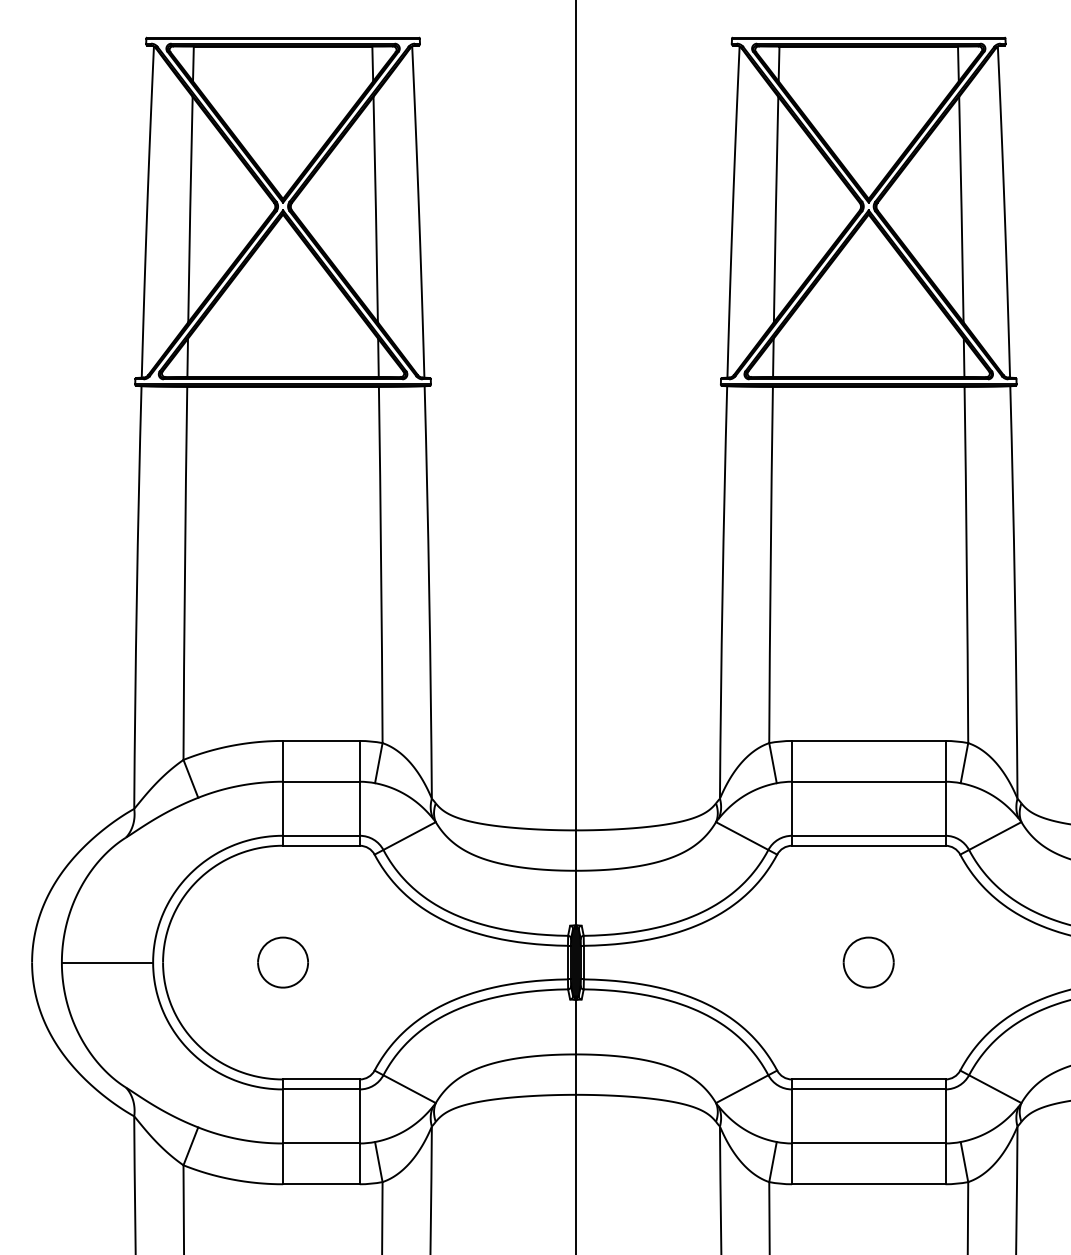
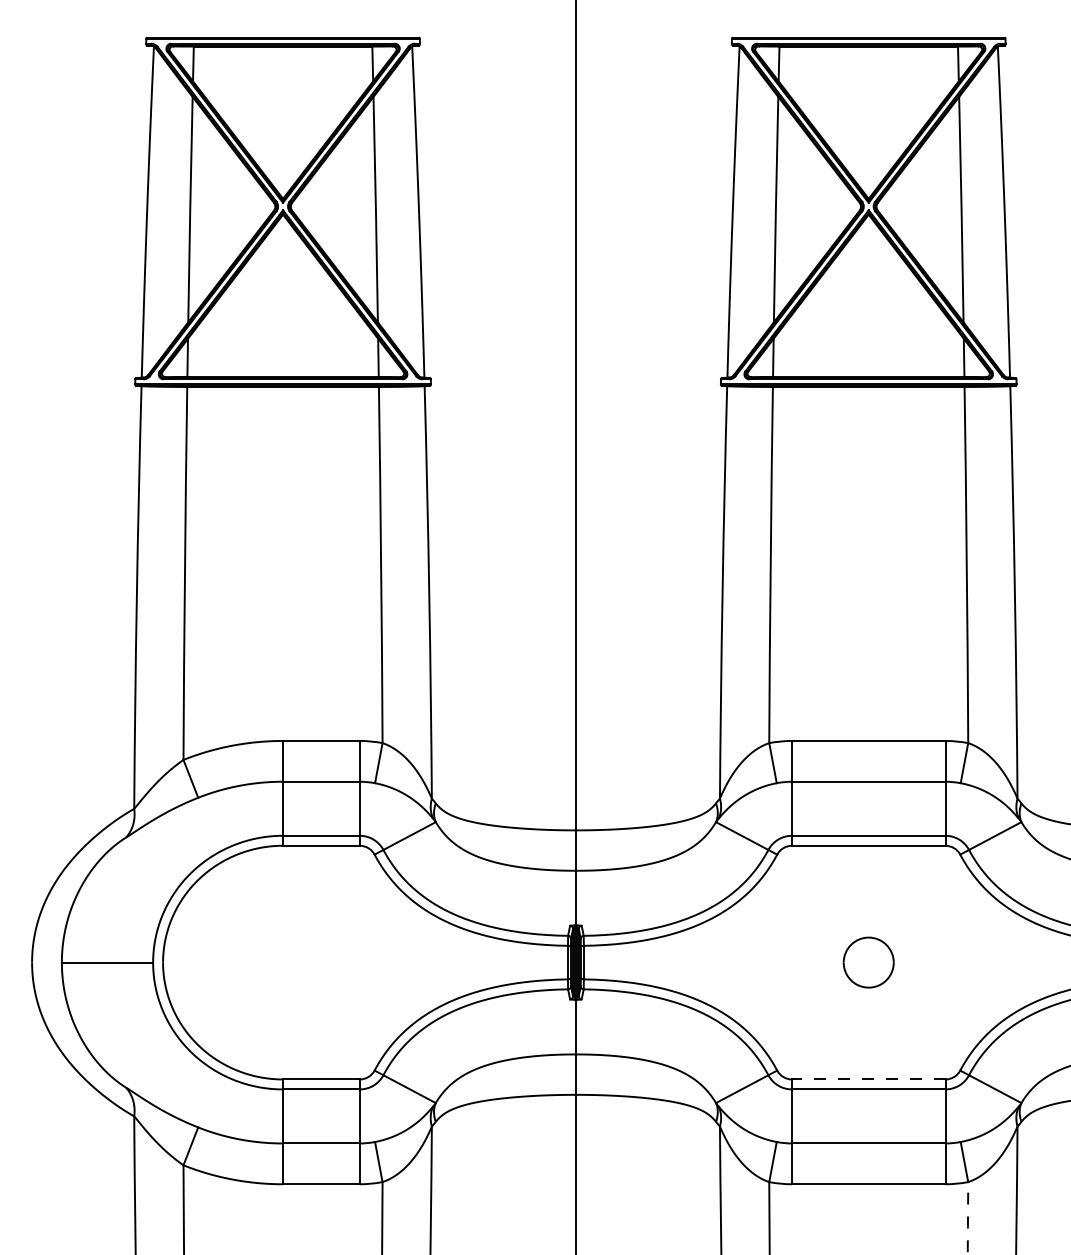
part at (282, 962): present -> none
line at (868, 1079): solid -> dashed
arc at (967, 1217): solid -> dashed
